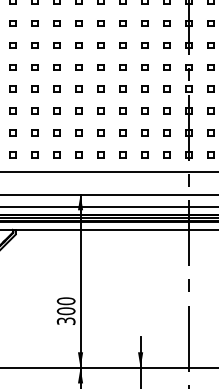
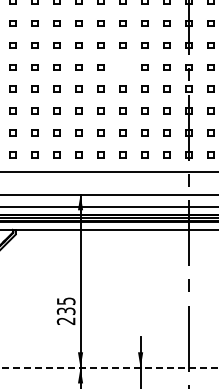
part at (122, 67): present -> none
text at (65, 310): 300 -> 235
line at (109, 367): solid -> dashed
